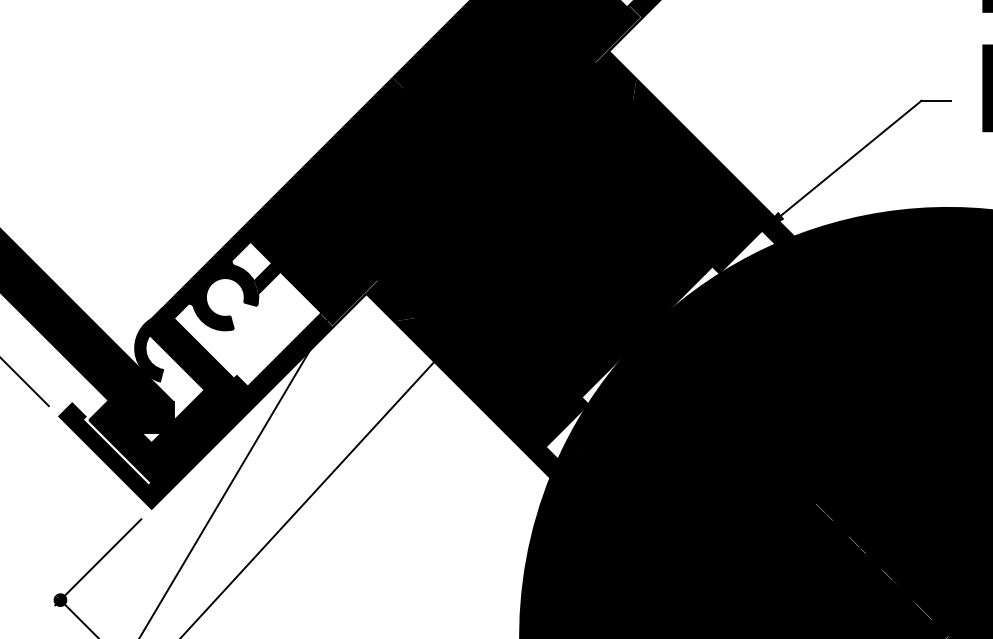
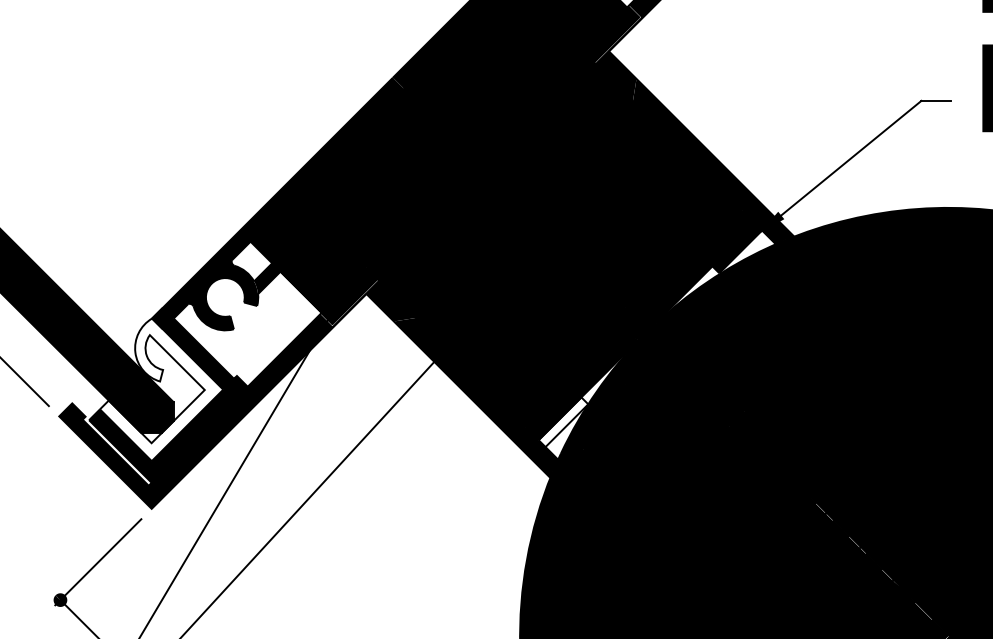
fill at (161, 389): present -> none
fill at (563, 422): present -> none
